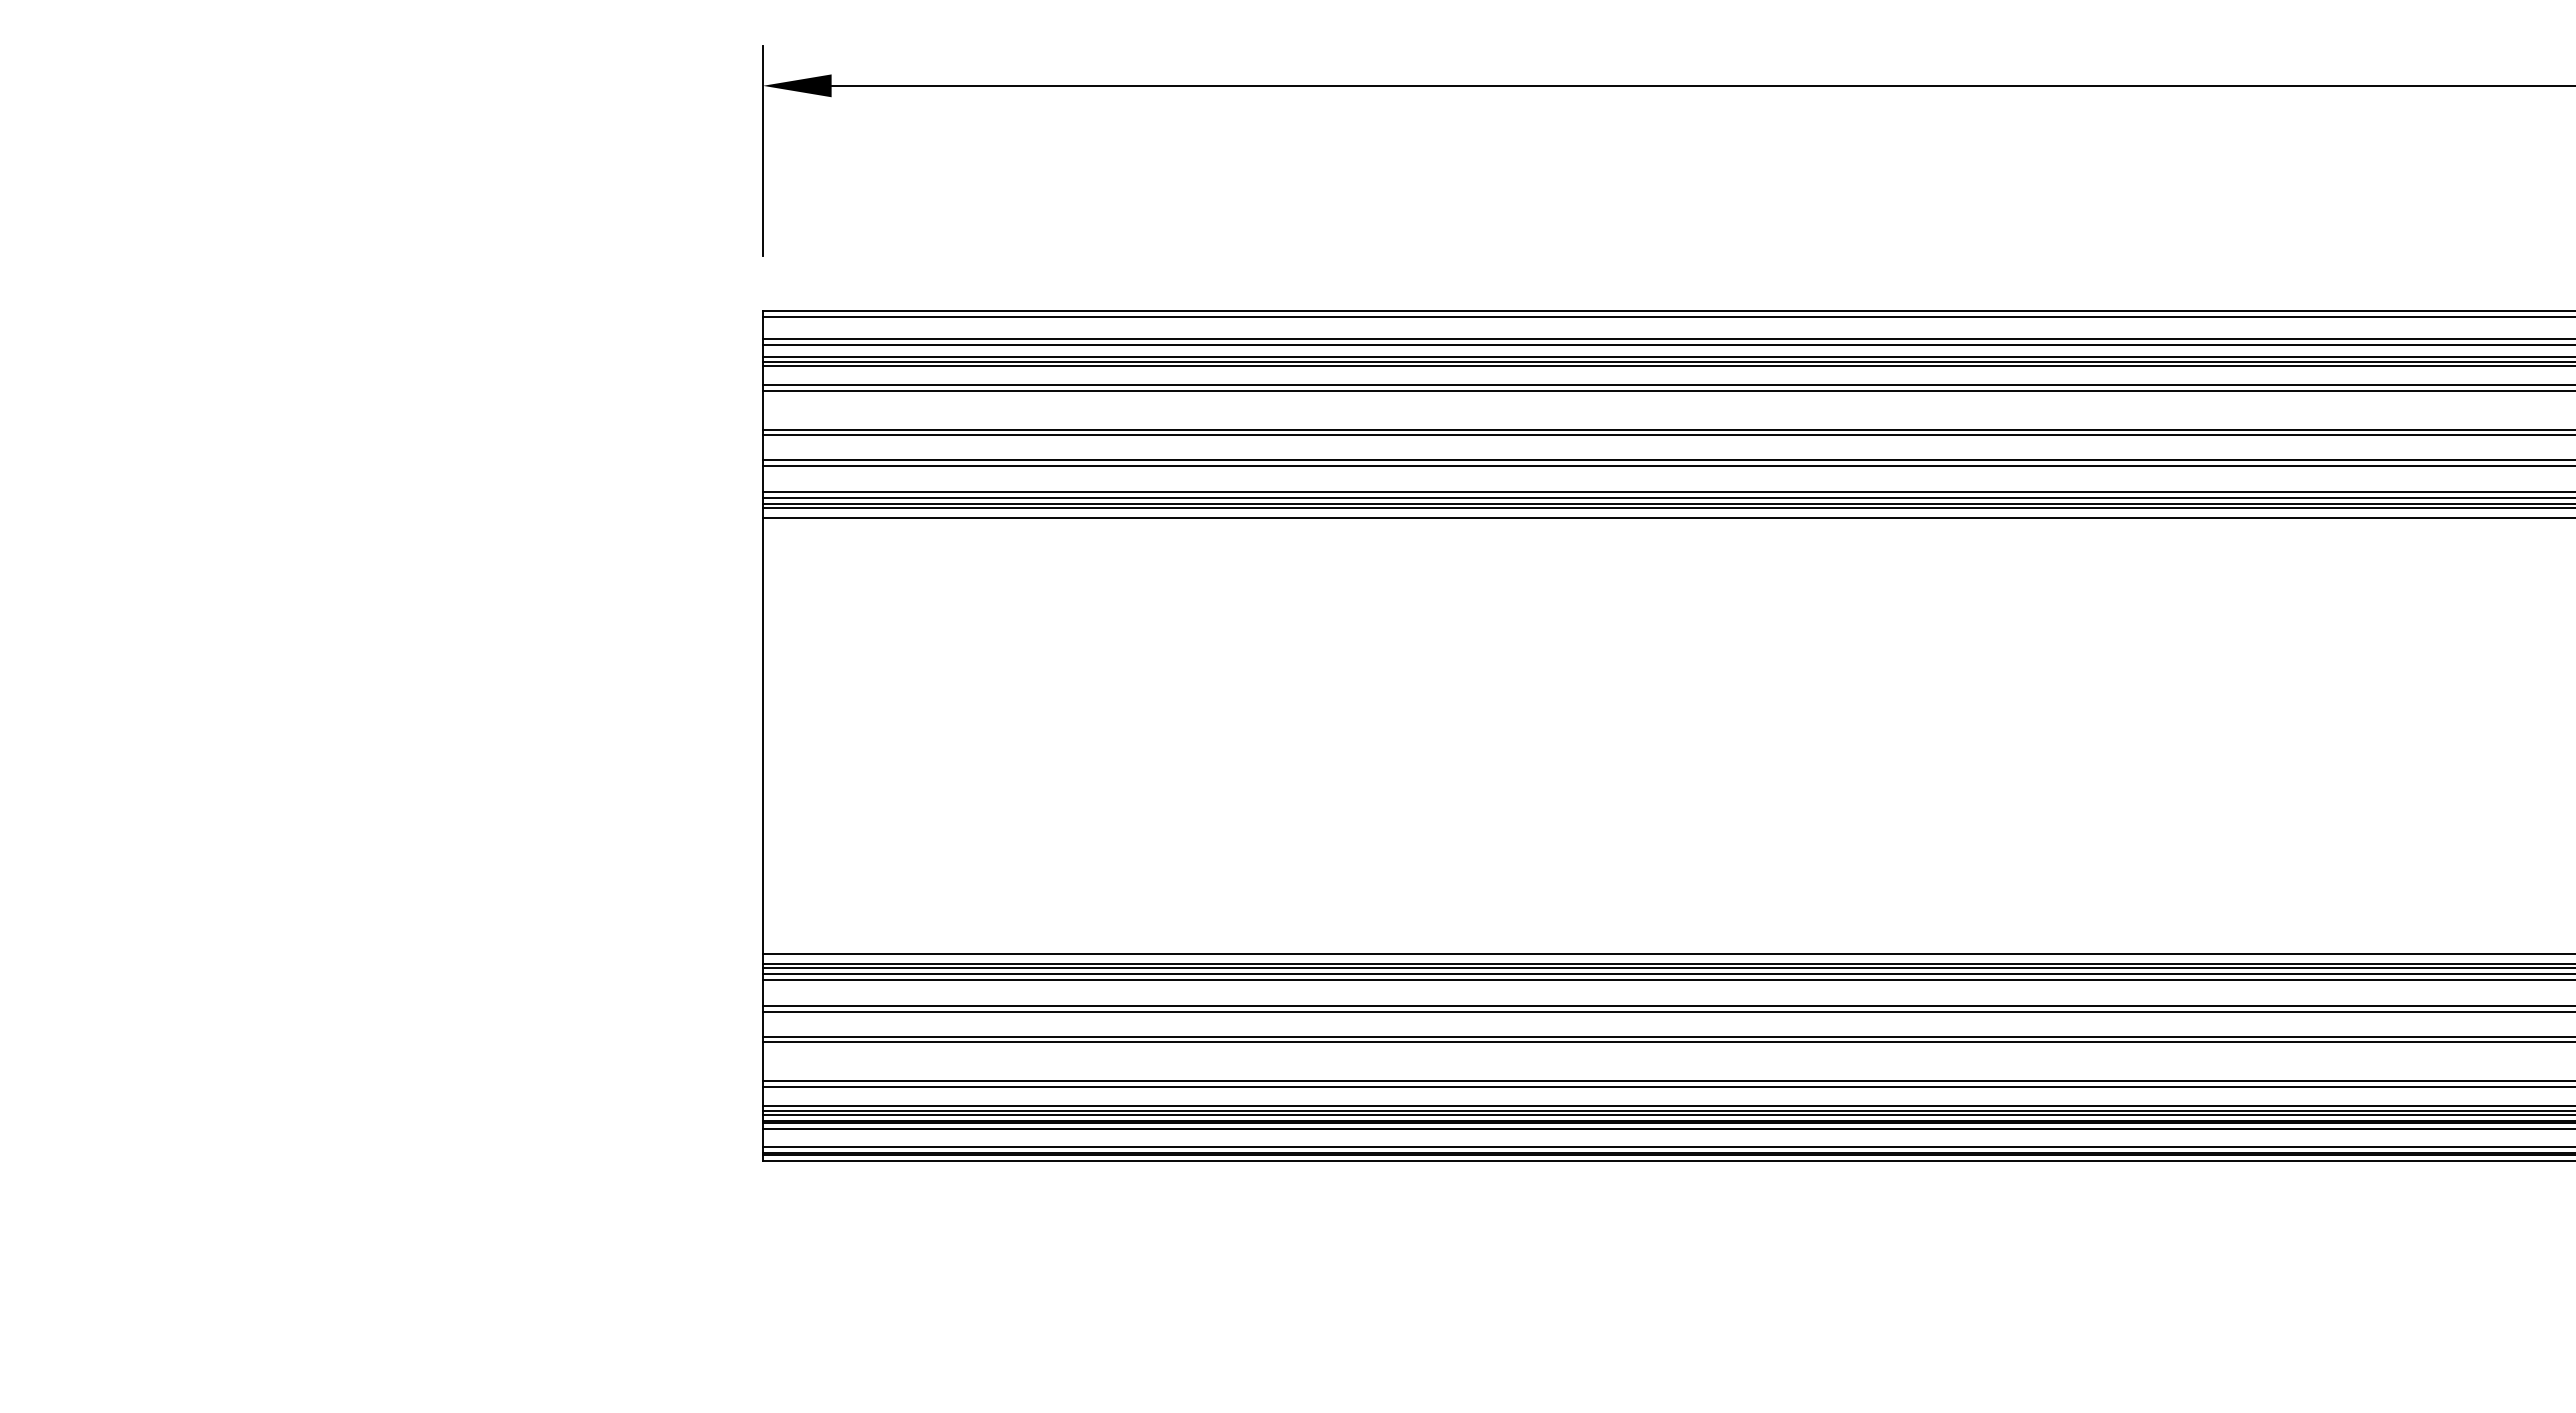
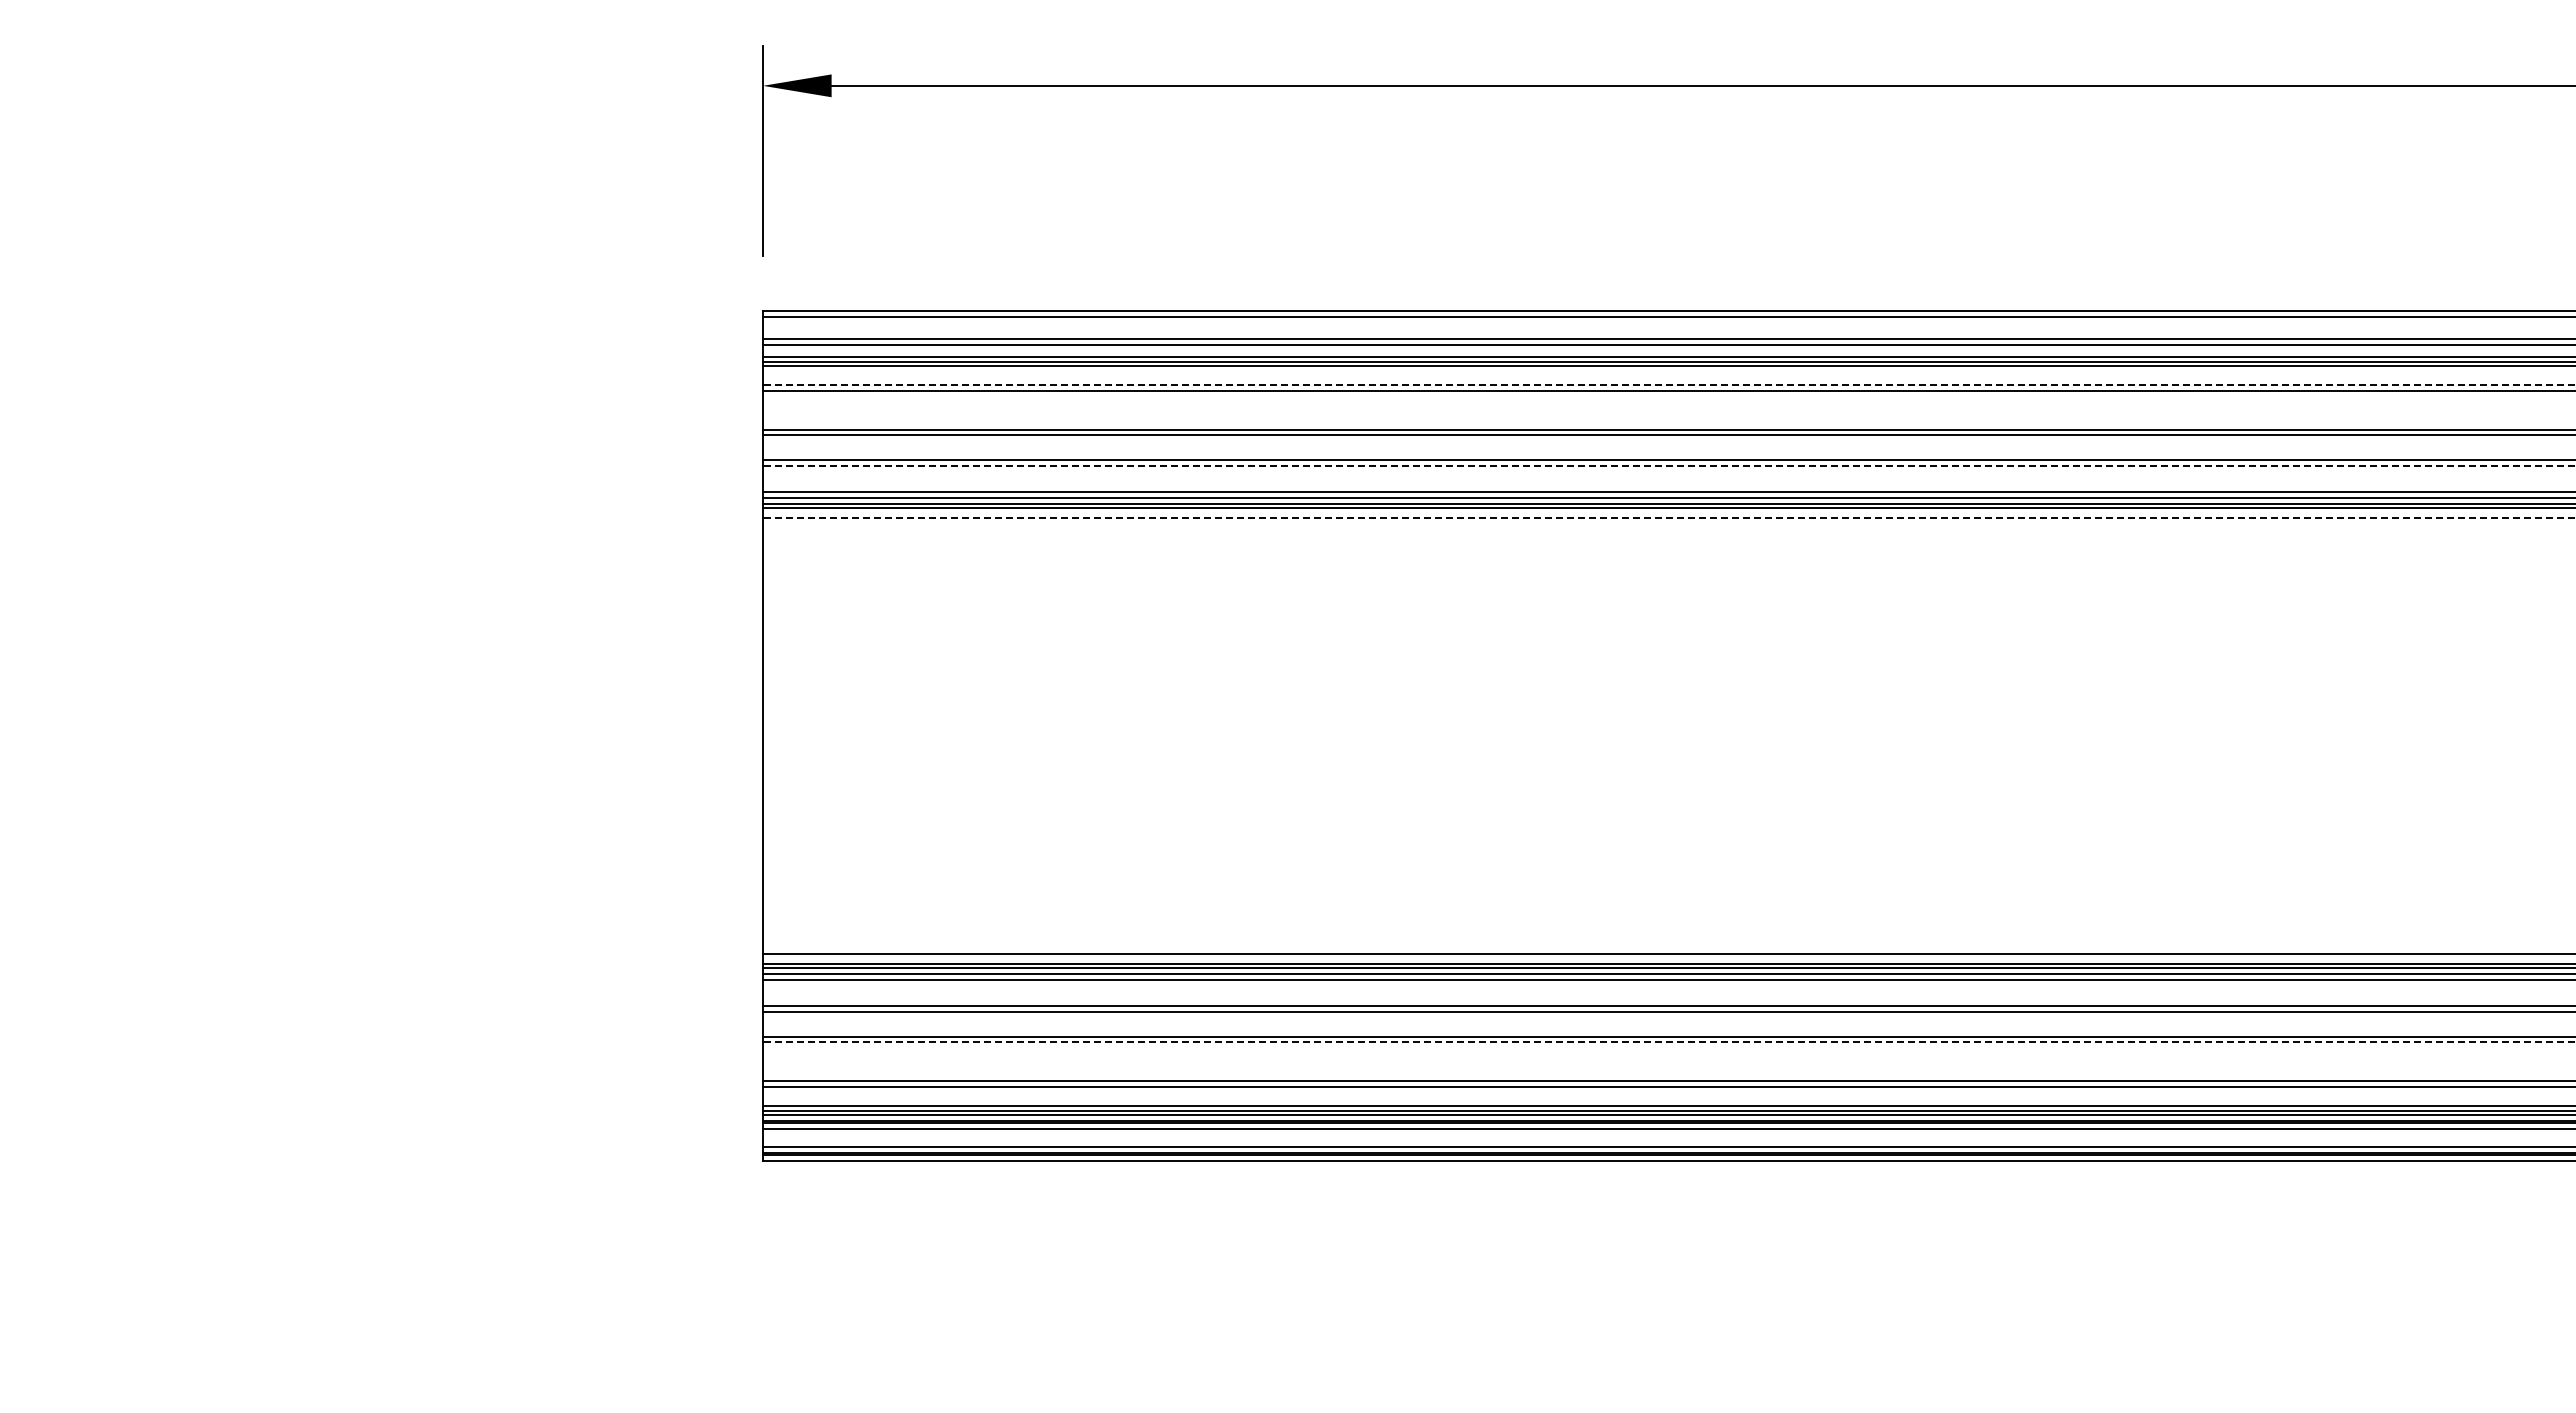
line at (1669, 385): solid -> dashed
line at (1669, 465): solid -> dashed
line at (1669, 517): solid -> dashed
line at (1669, 1042): solid -> dashed
